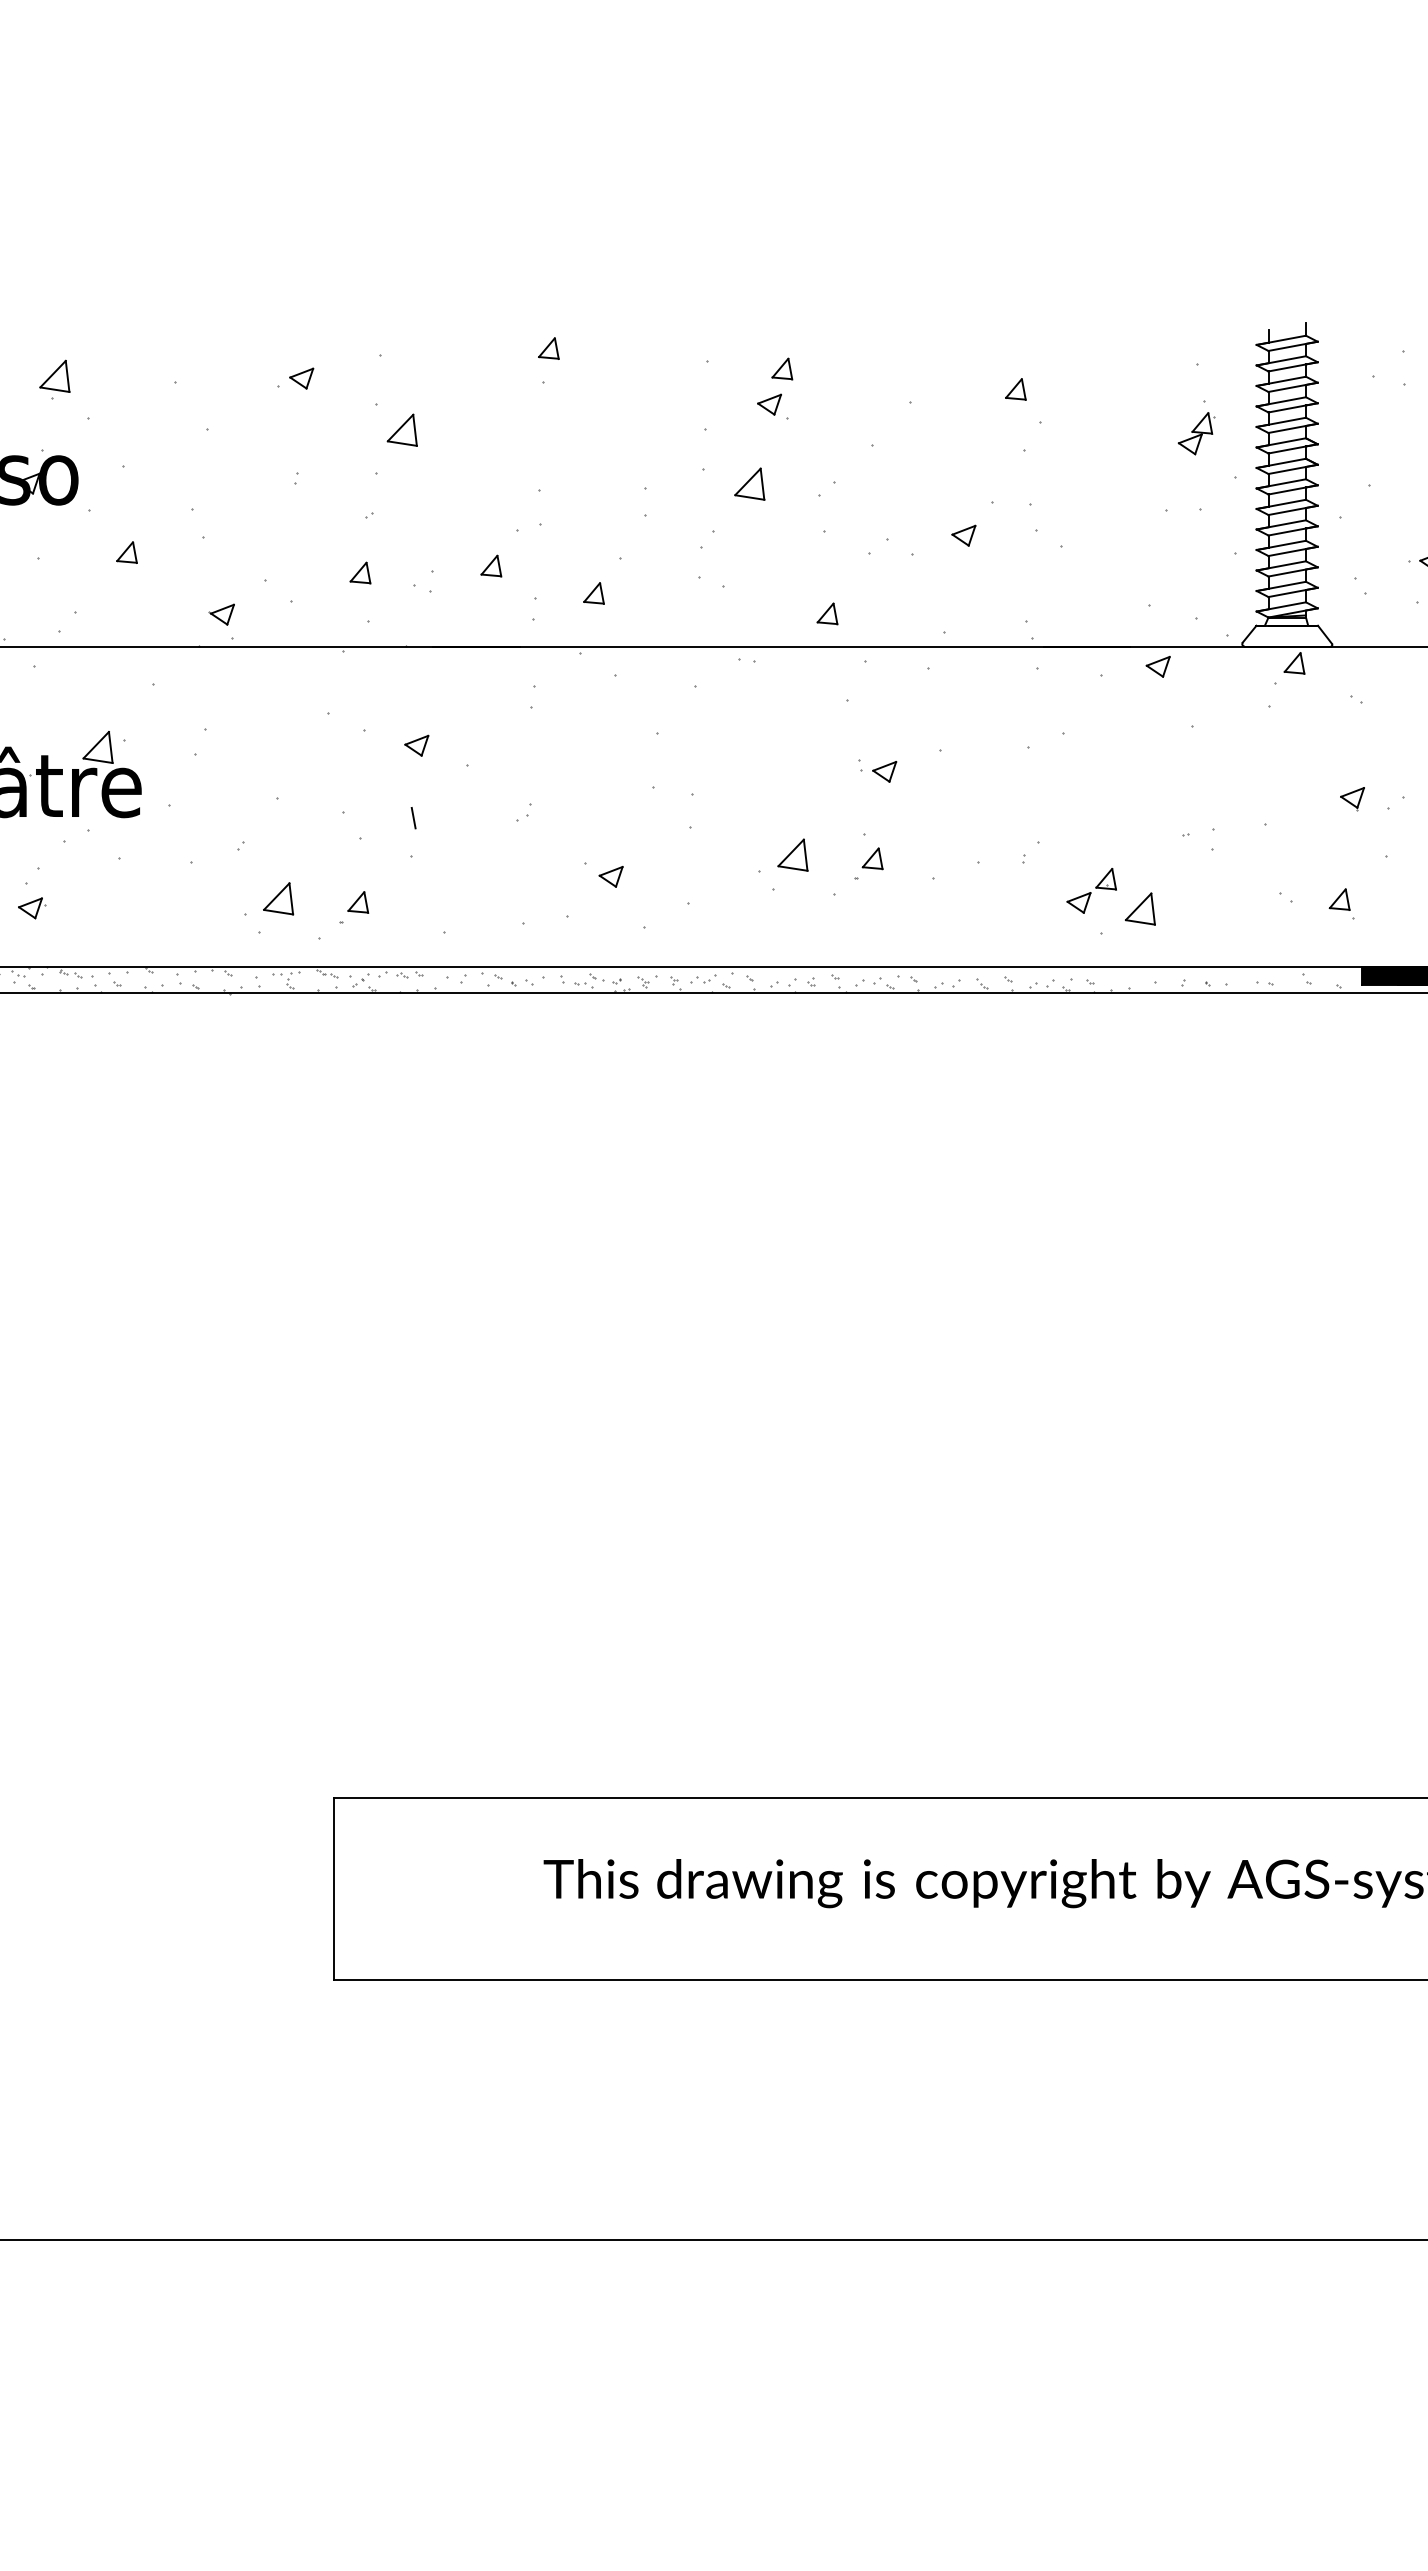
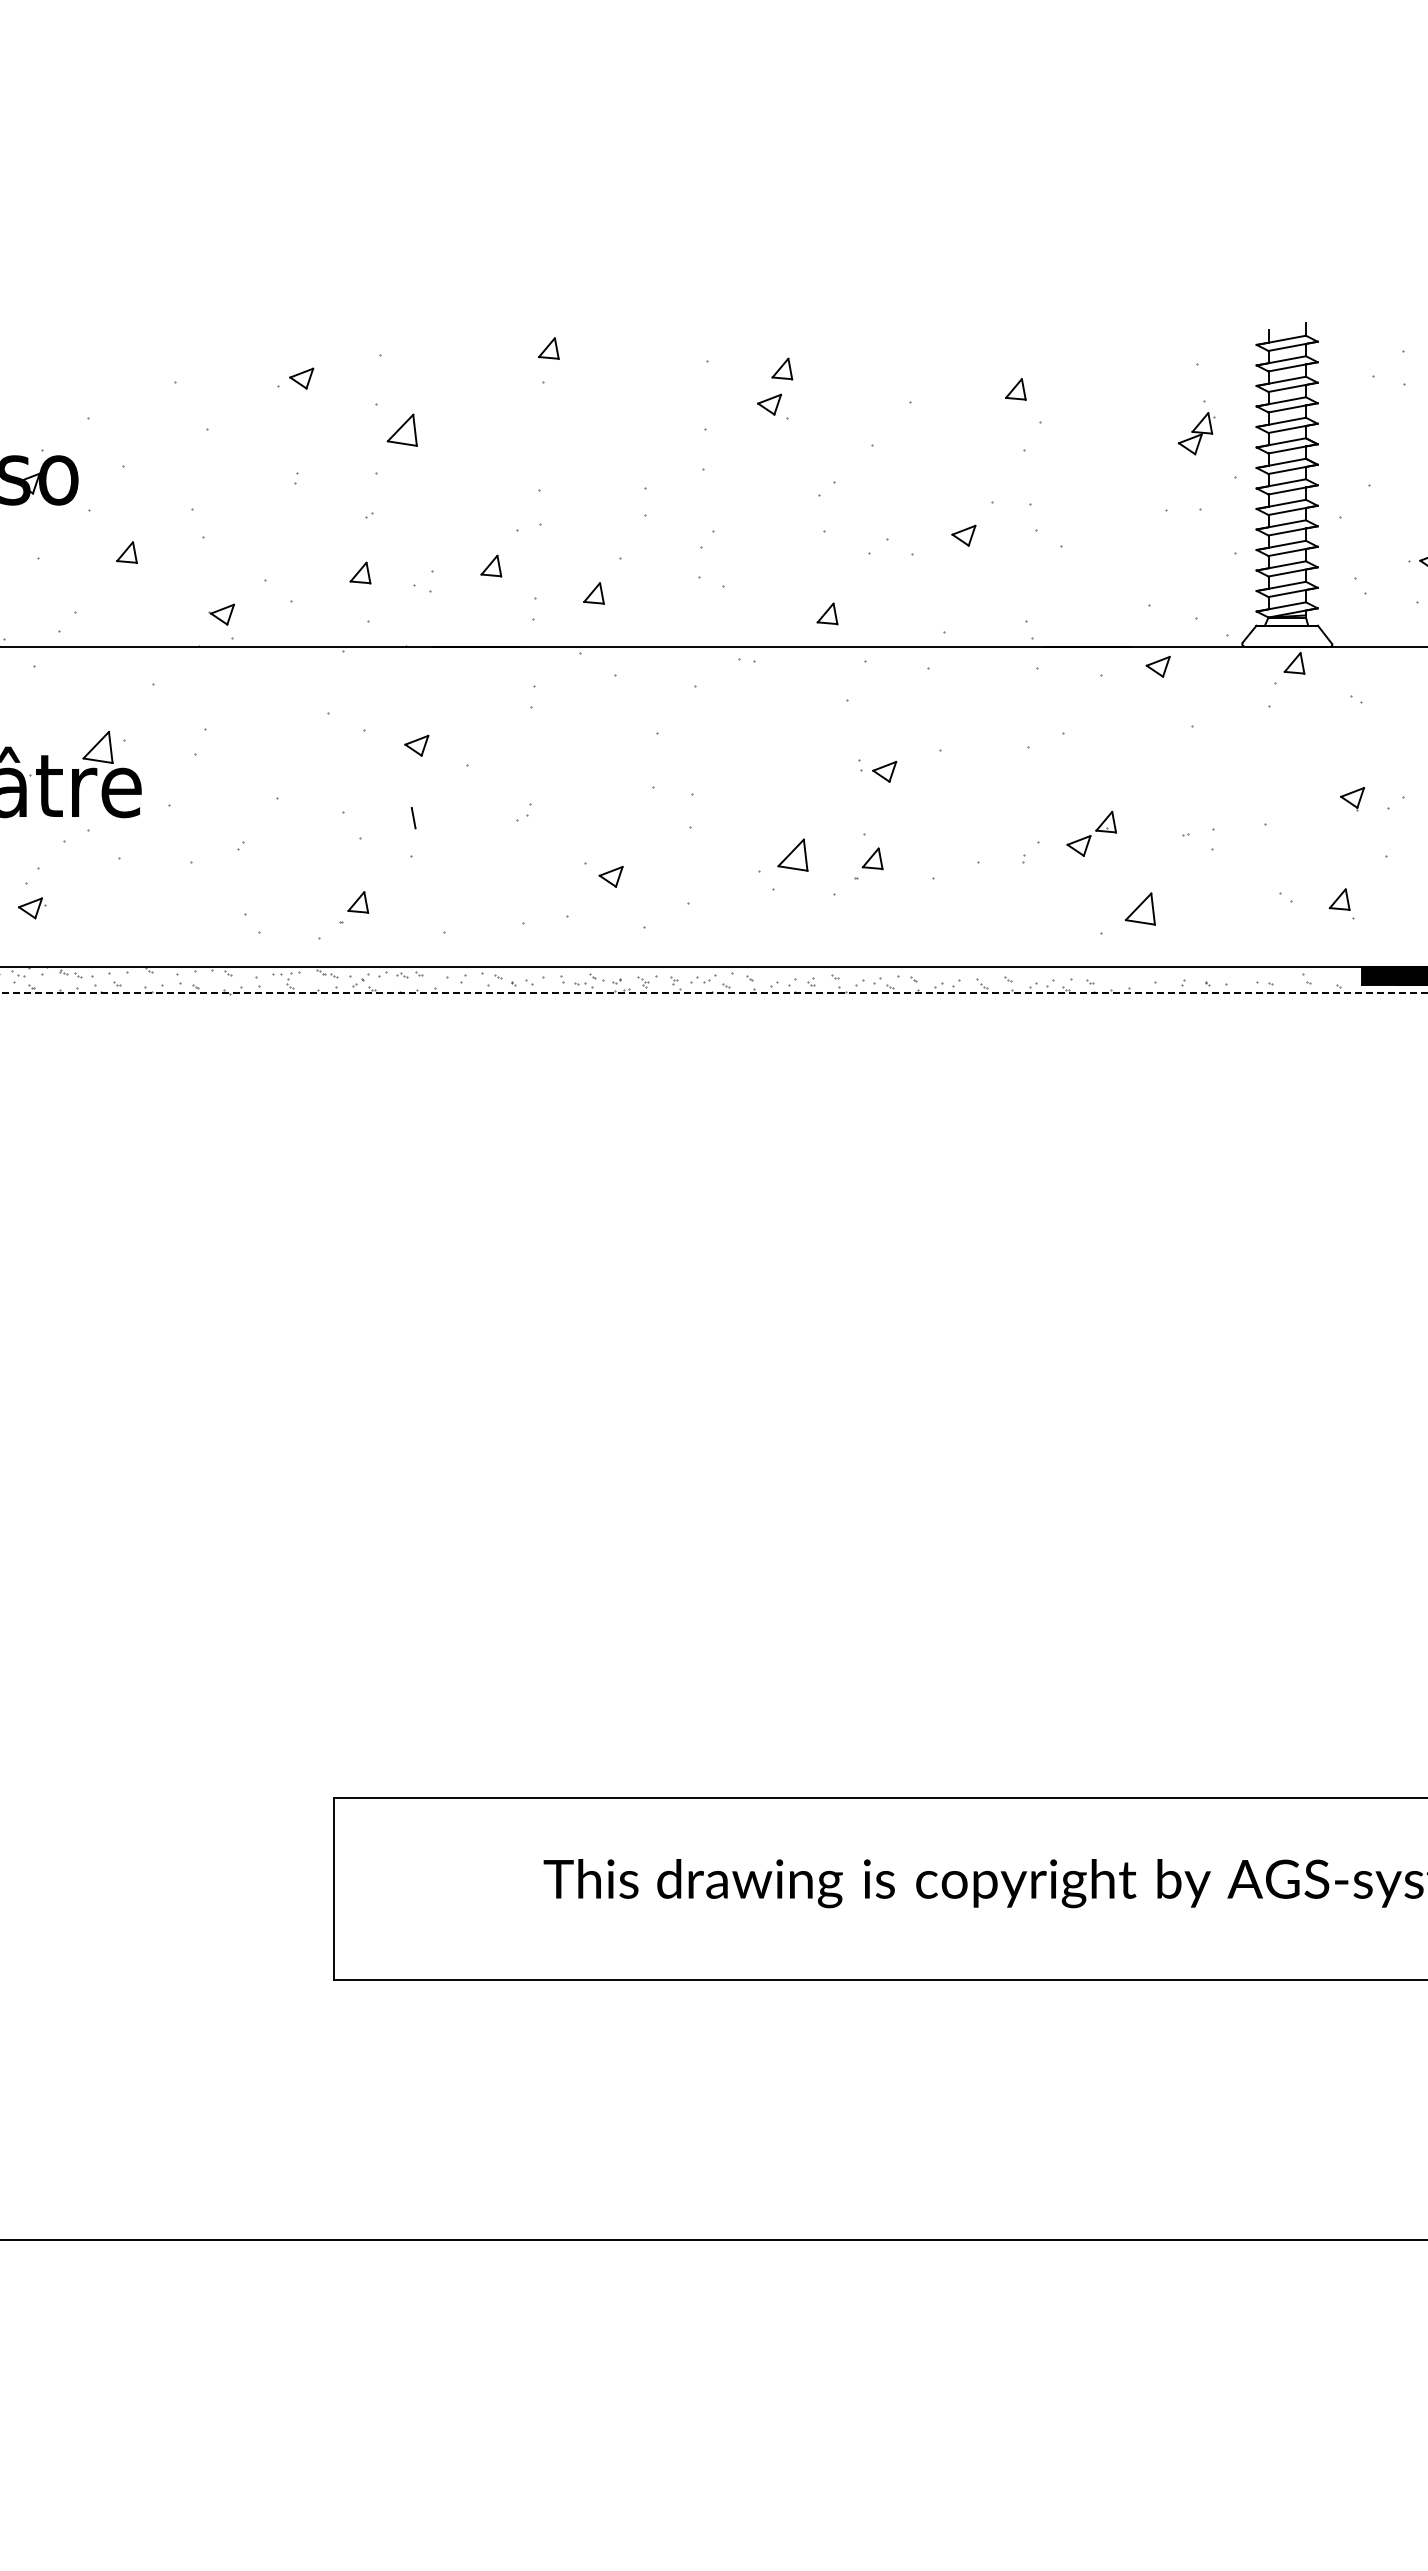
part at (54, 379): present -> none
part at (749, 483): present -> none
part at (1091, 890) position: (1091, 890) -> (1091, 833)
part at (278, 898): present -> none
line at (713, 992): solid -> dashed
